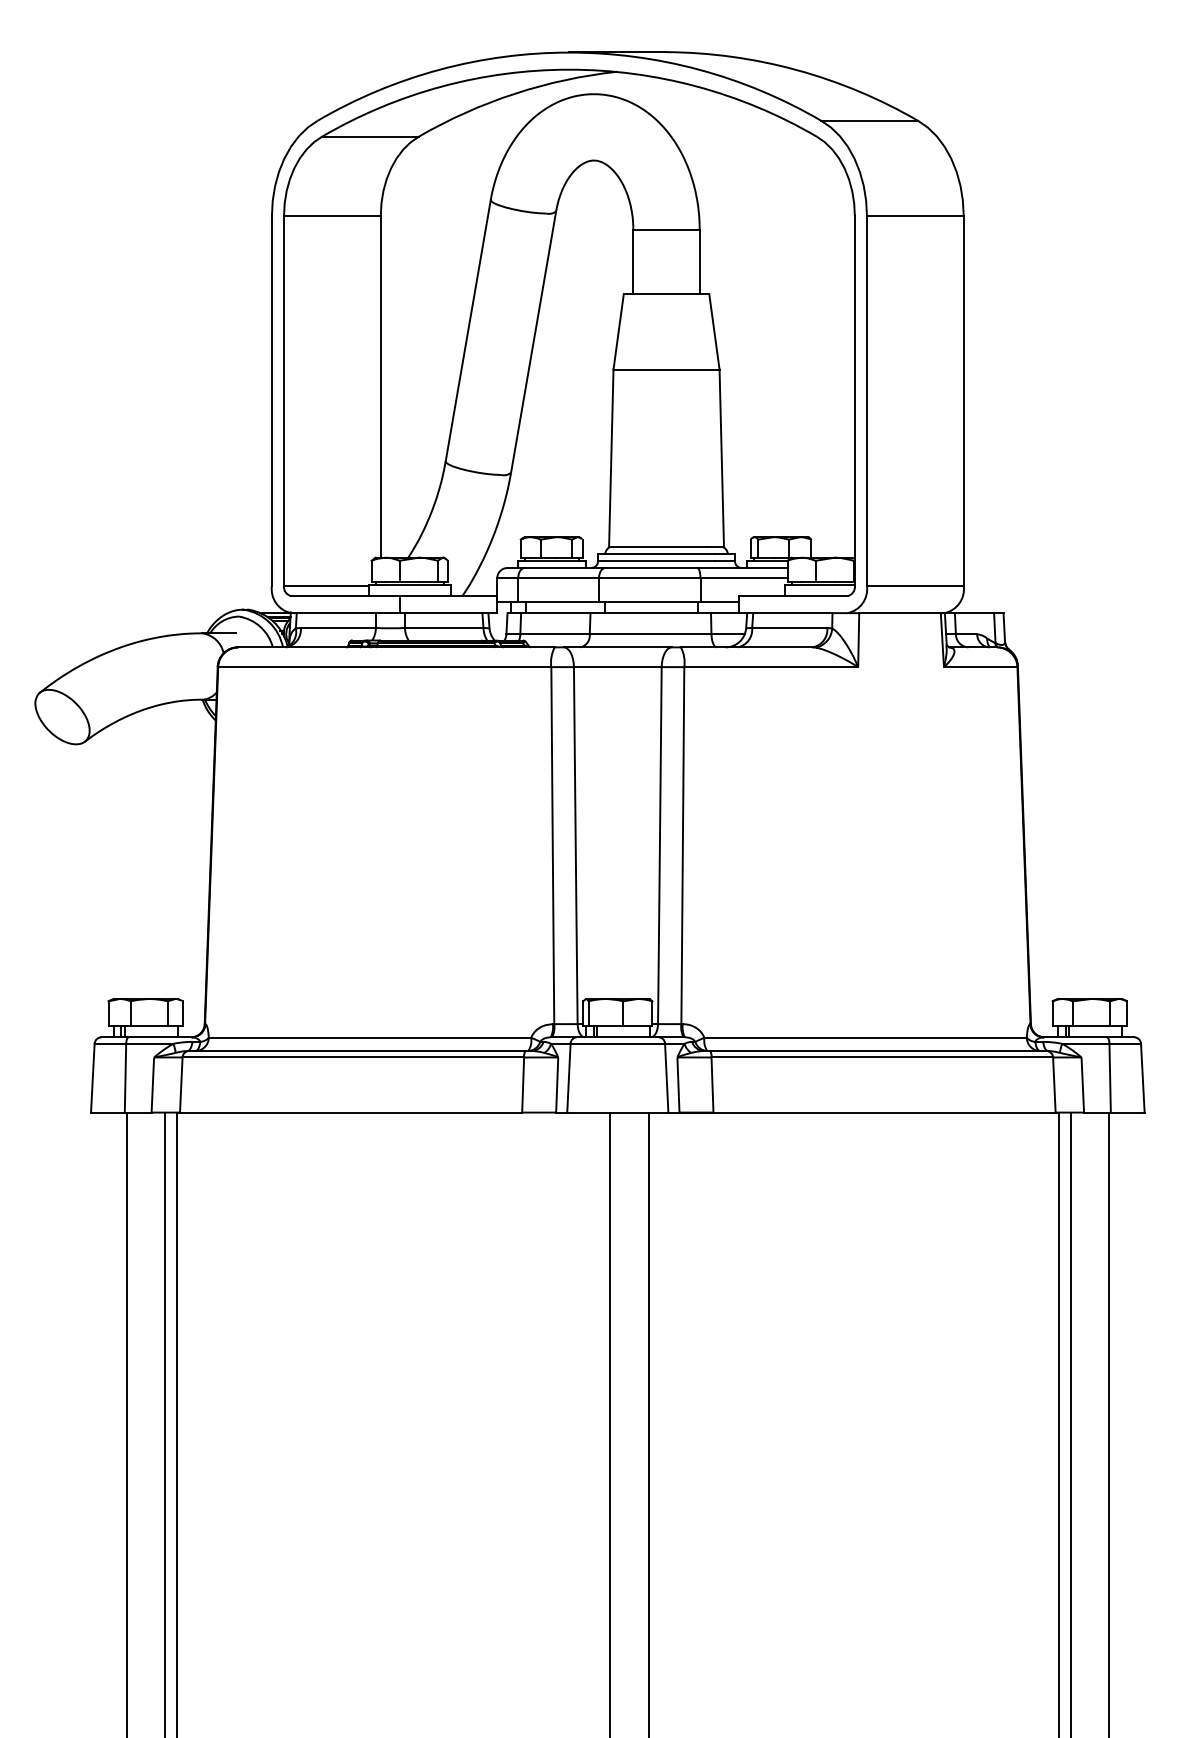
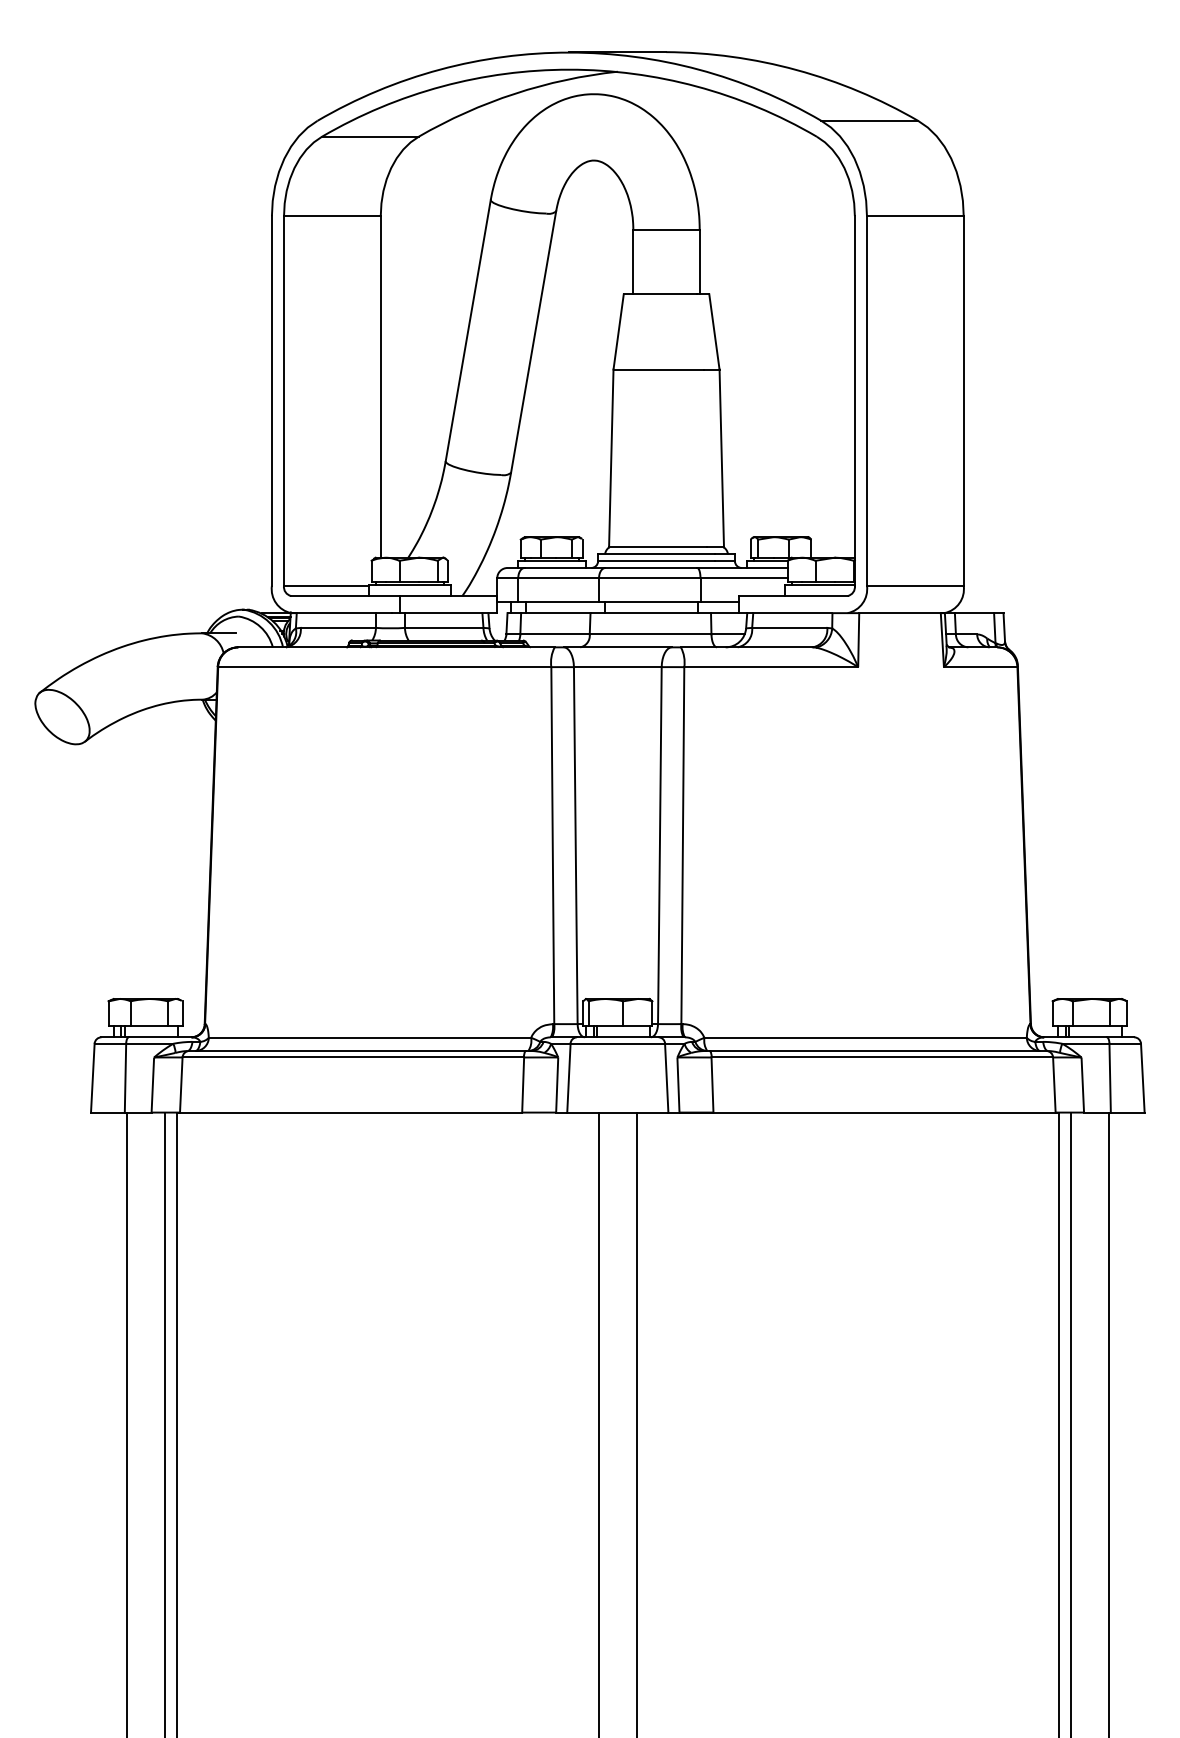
line at (609, 1423) position: (609, 1423) -> (598, 1423)
line at (648, 1423) position: (648, 1423) -> (636, 1423)
